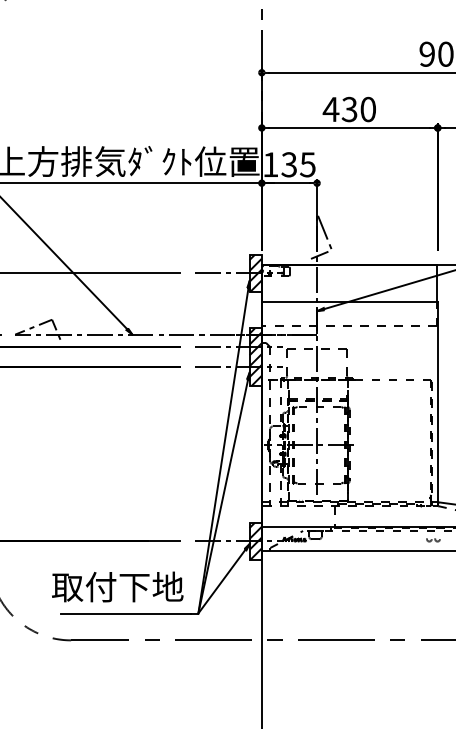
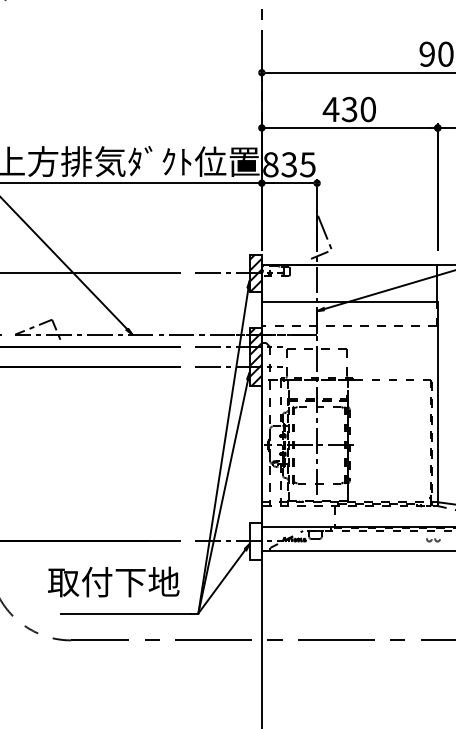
text at (270, 164): 135 -> 835
hatch at (255, 540): present -> none
text at (117, 586) position: (117, 586) -> (113, 581)
